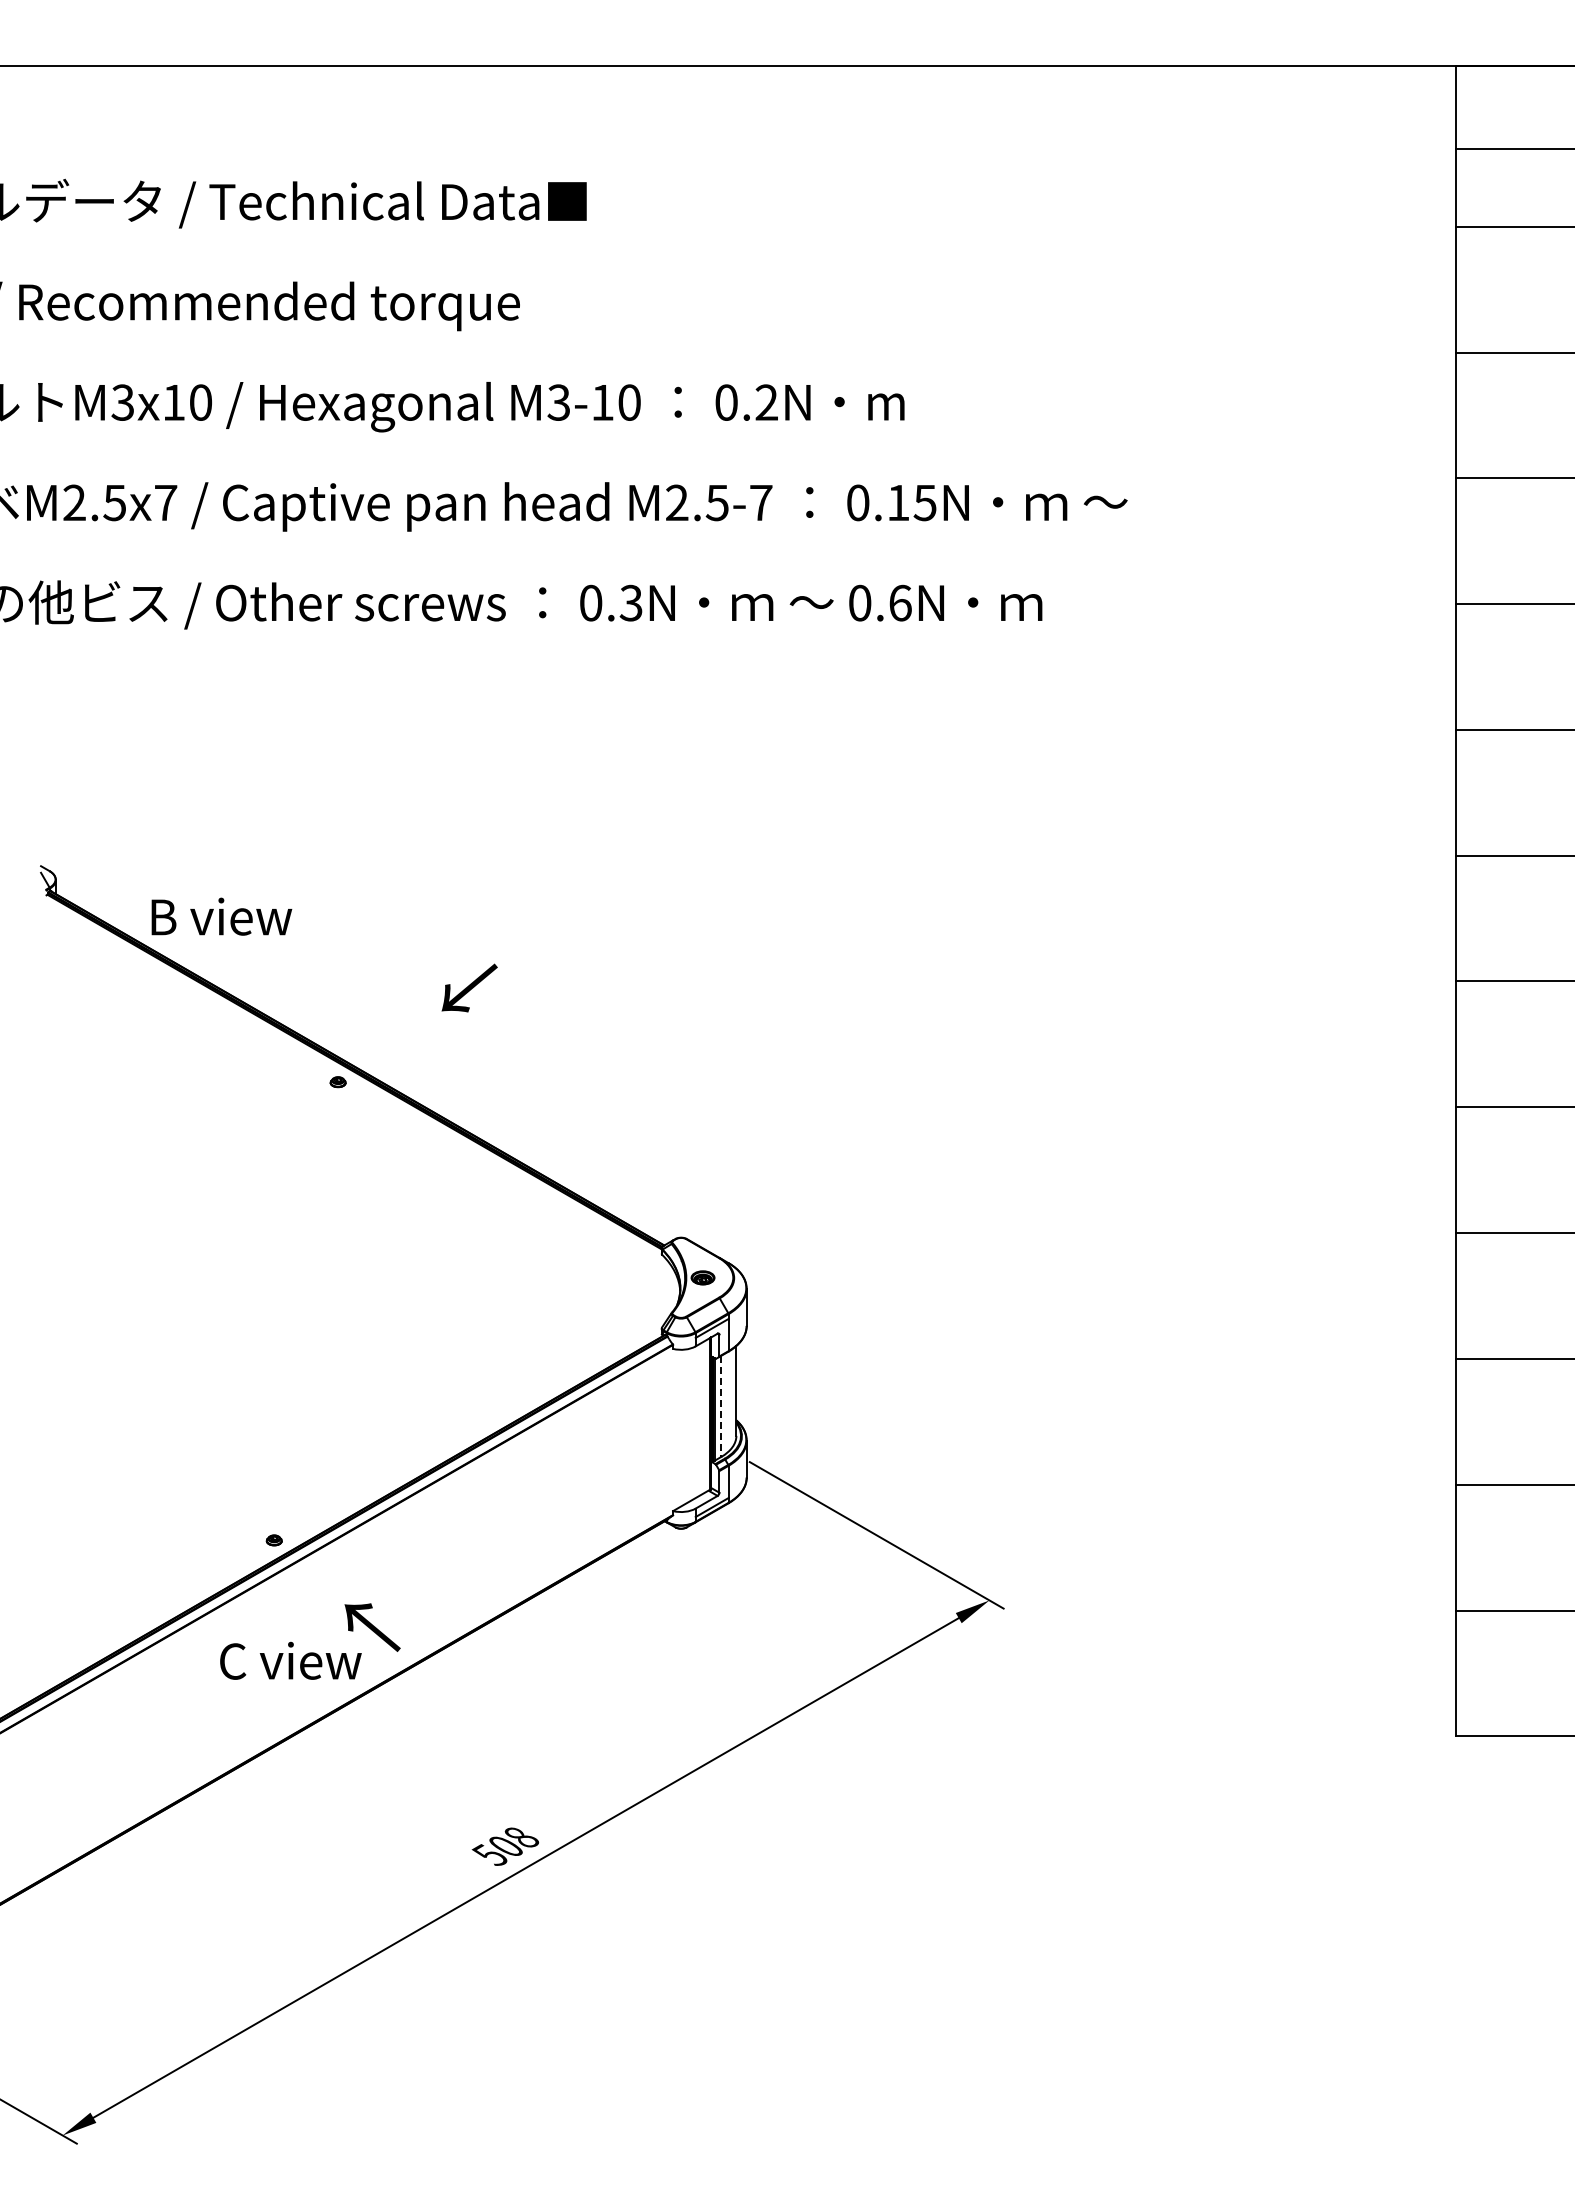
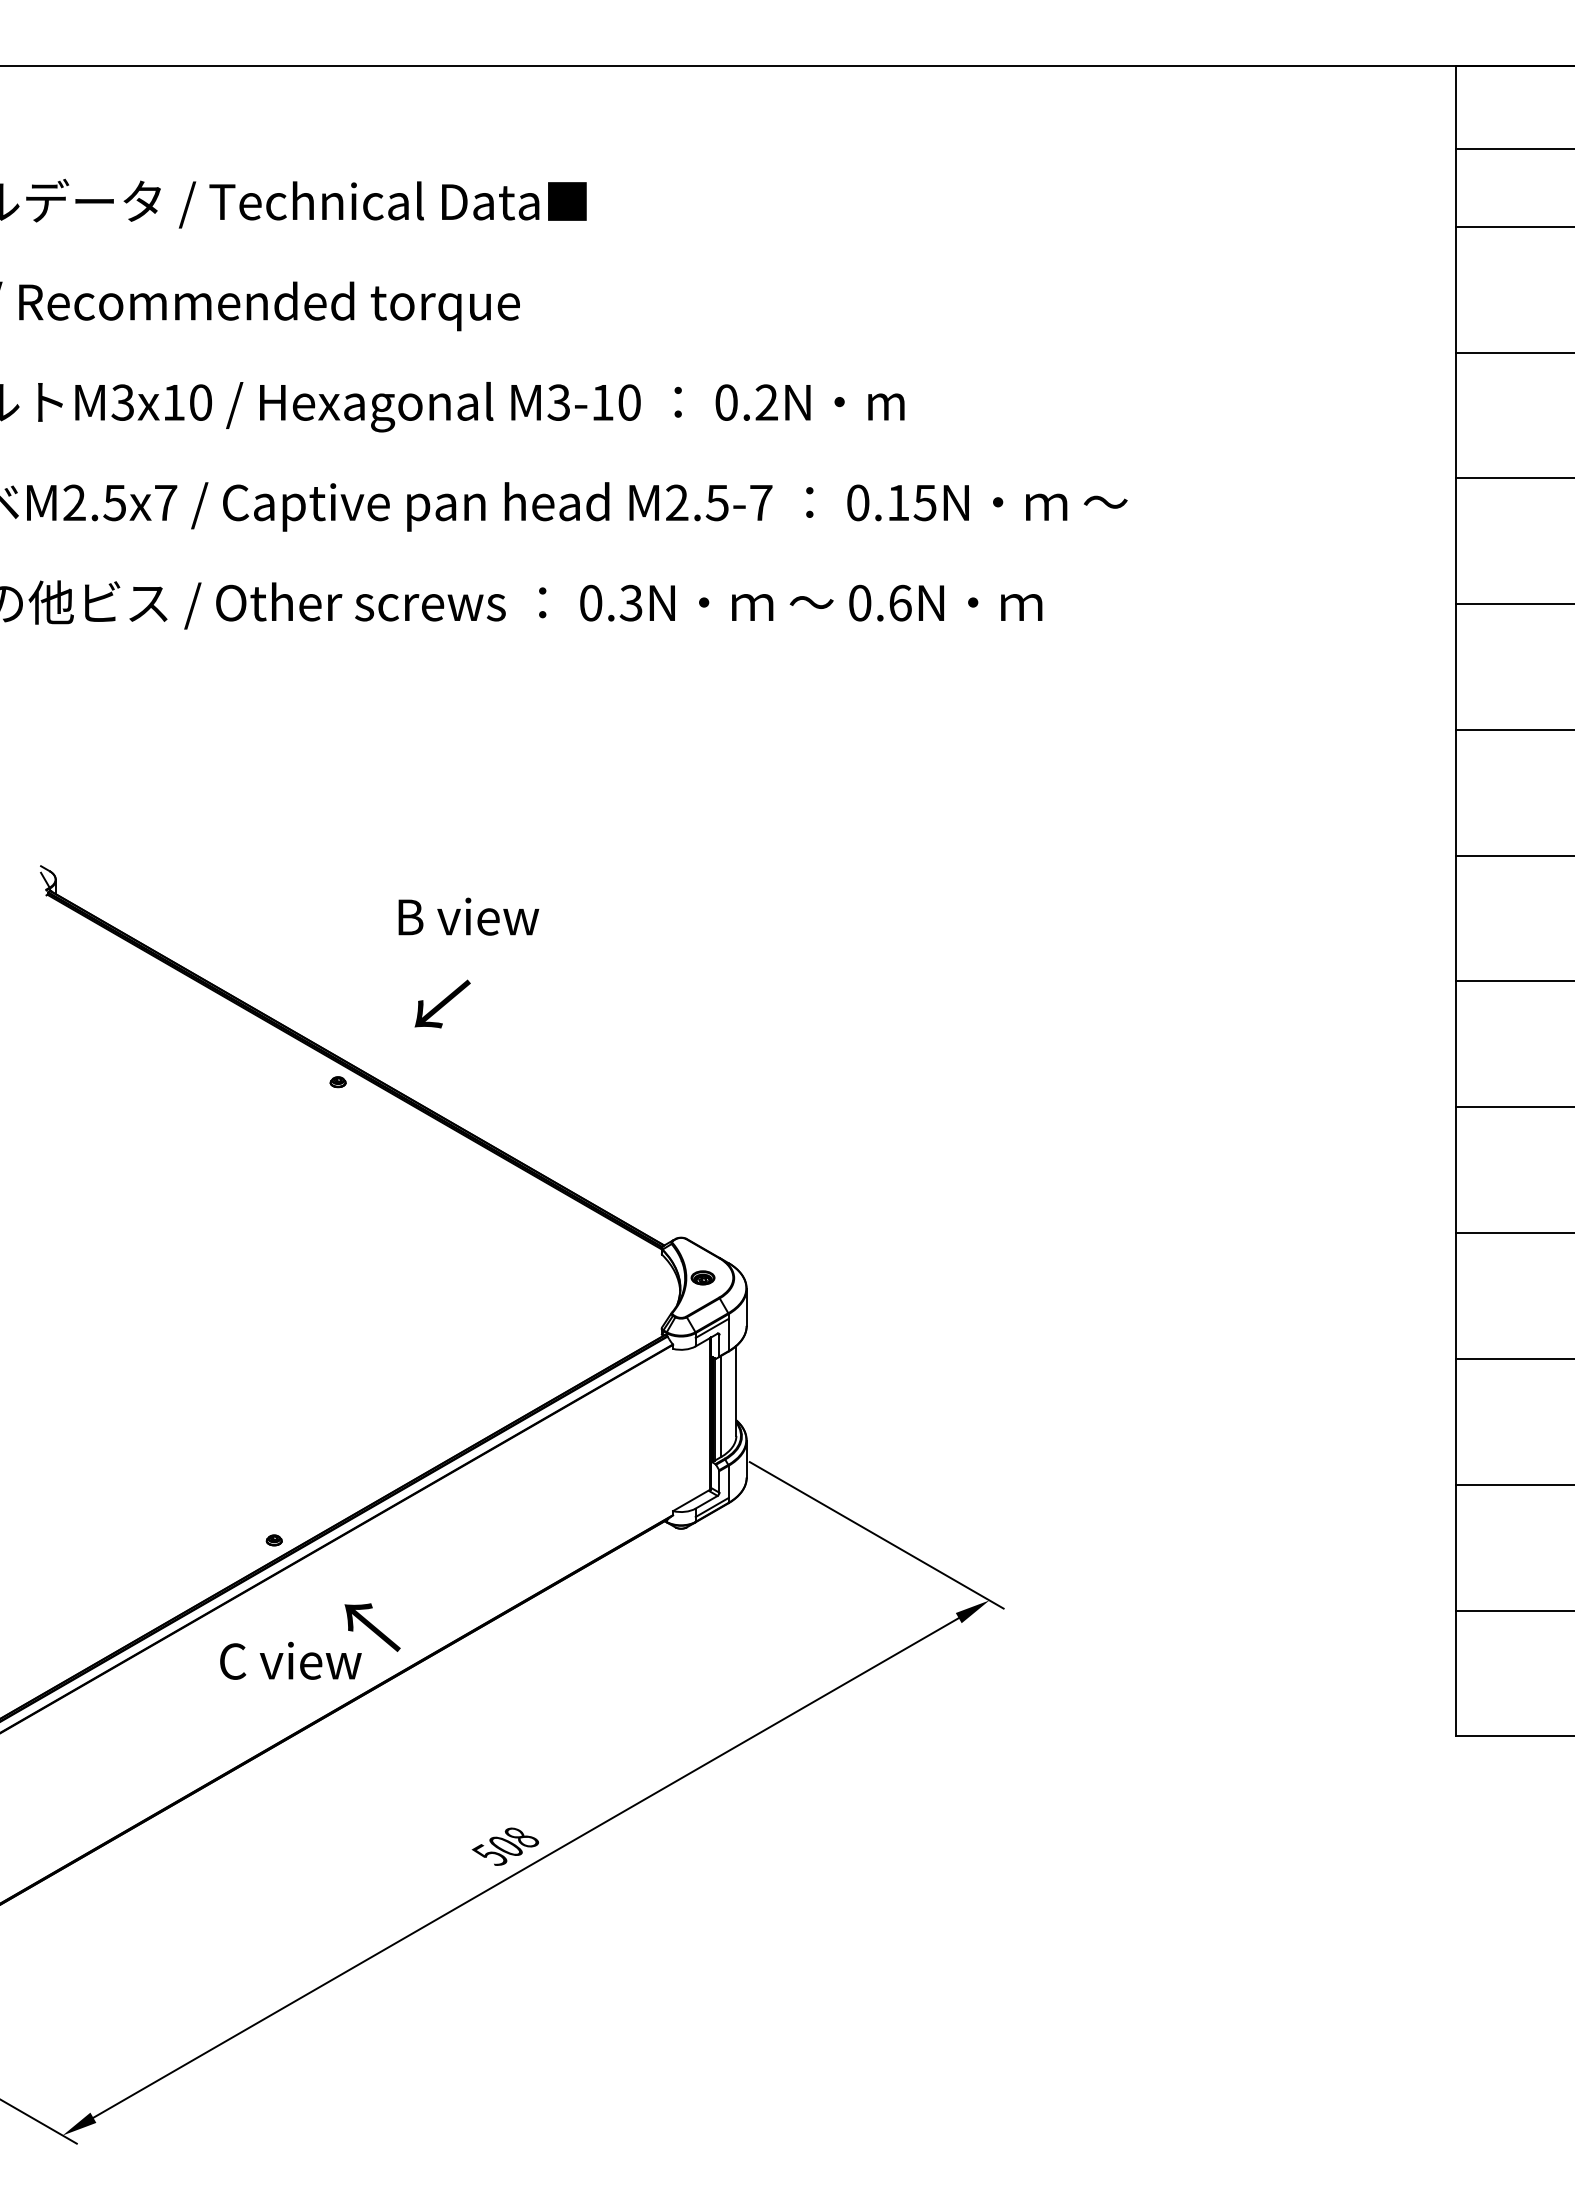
text at (221, 916) position: (221, 916) -> (468, 916)
text at (469, 987) position: (469, 987) -> (442, 1003)
line at (721, 1406): dashed -> solid
